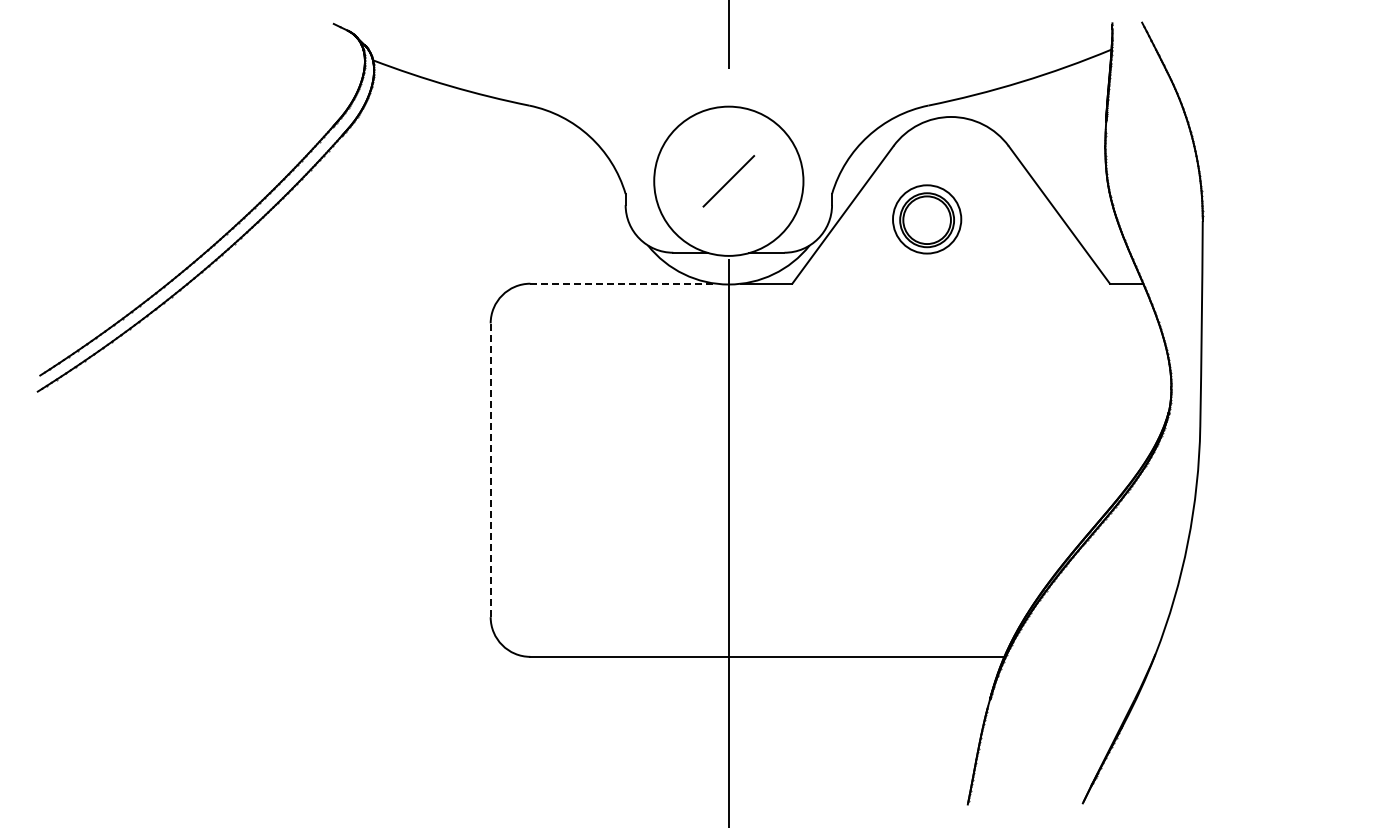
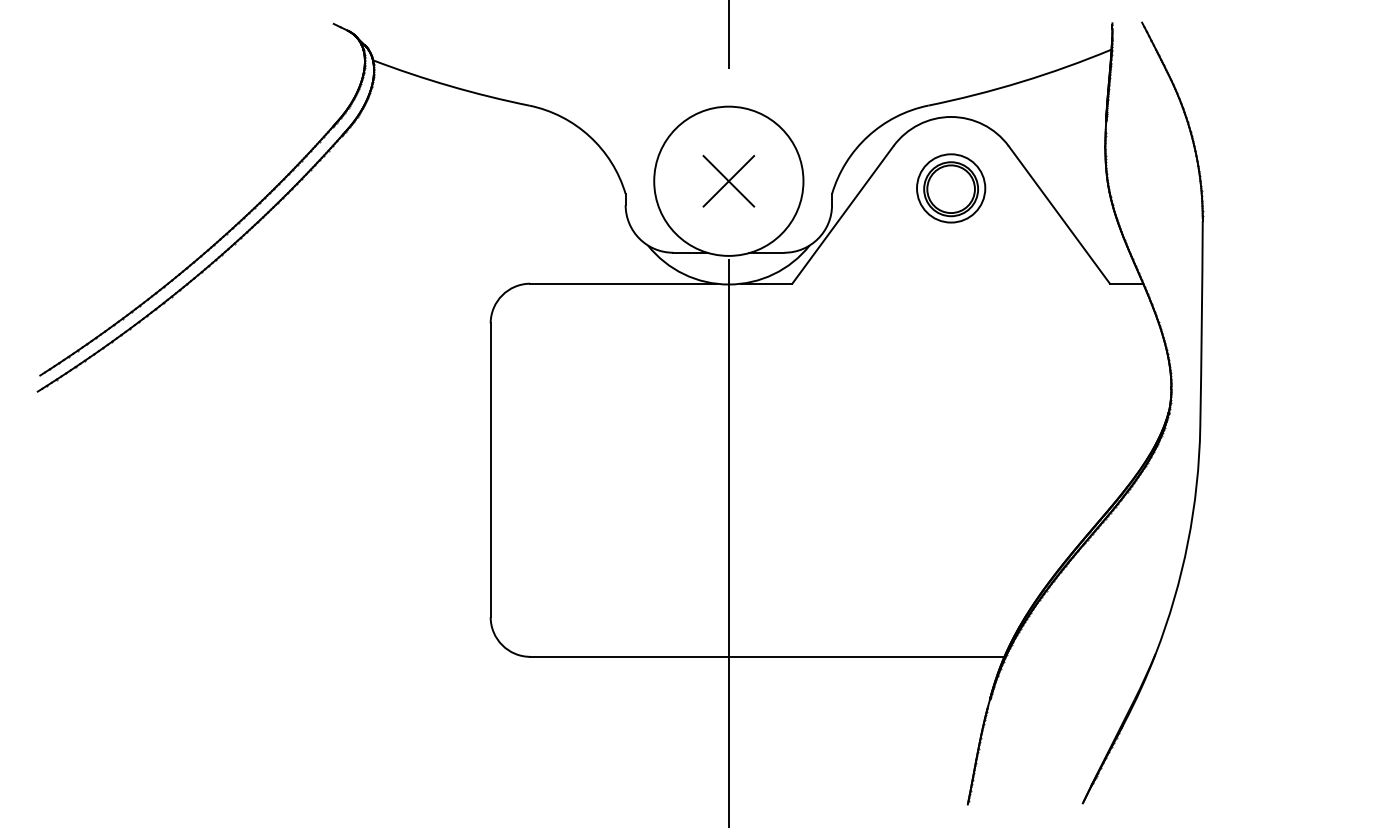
line at (728, 181): none -> present
part at (927, 219) position: (927, 219) -> (951, 188)
line at (624, 283): dashed -> solid
line at (490, 470): dashed -> solid
